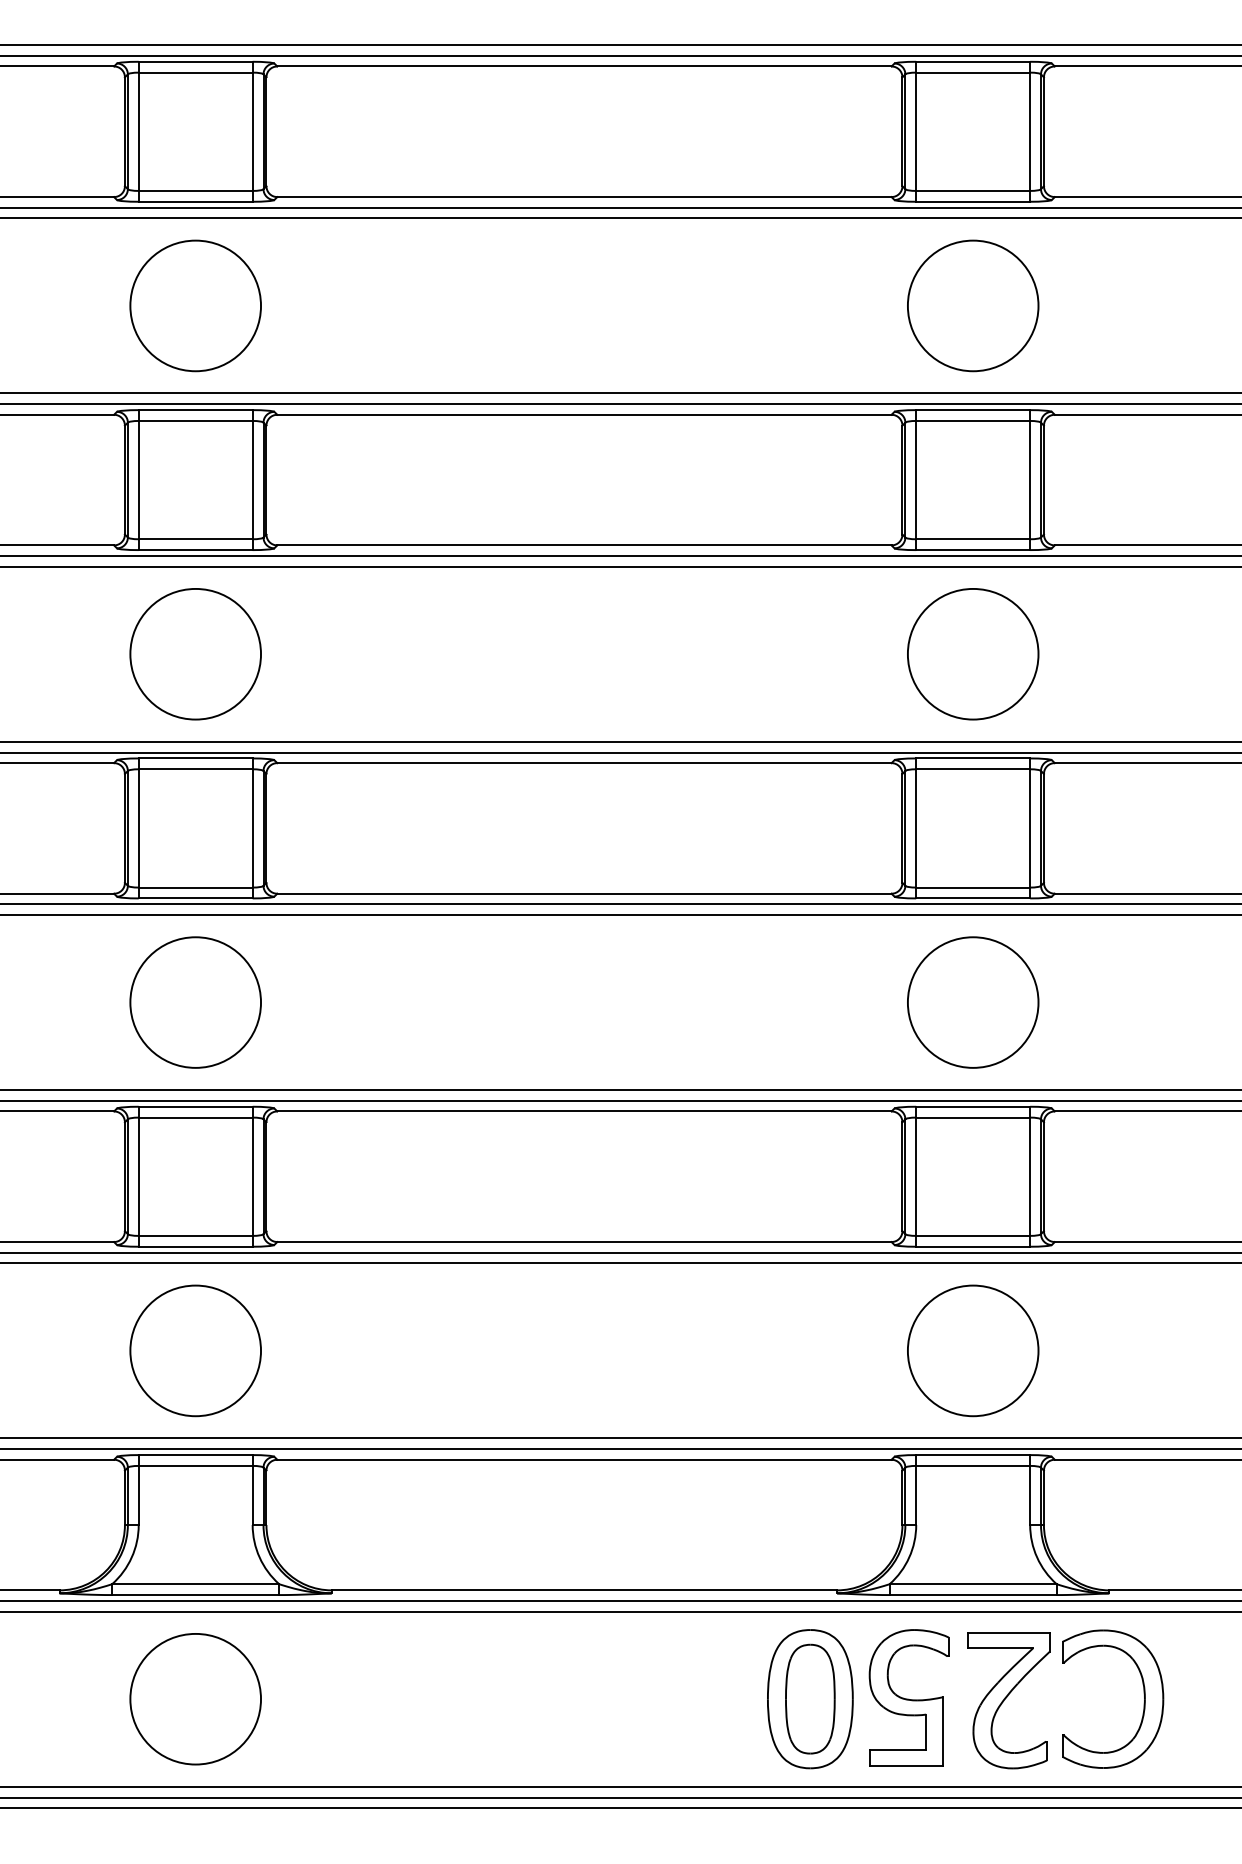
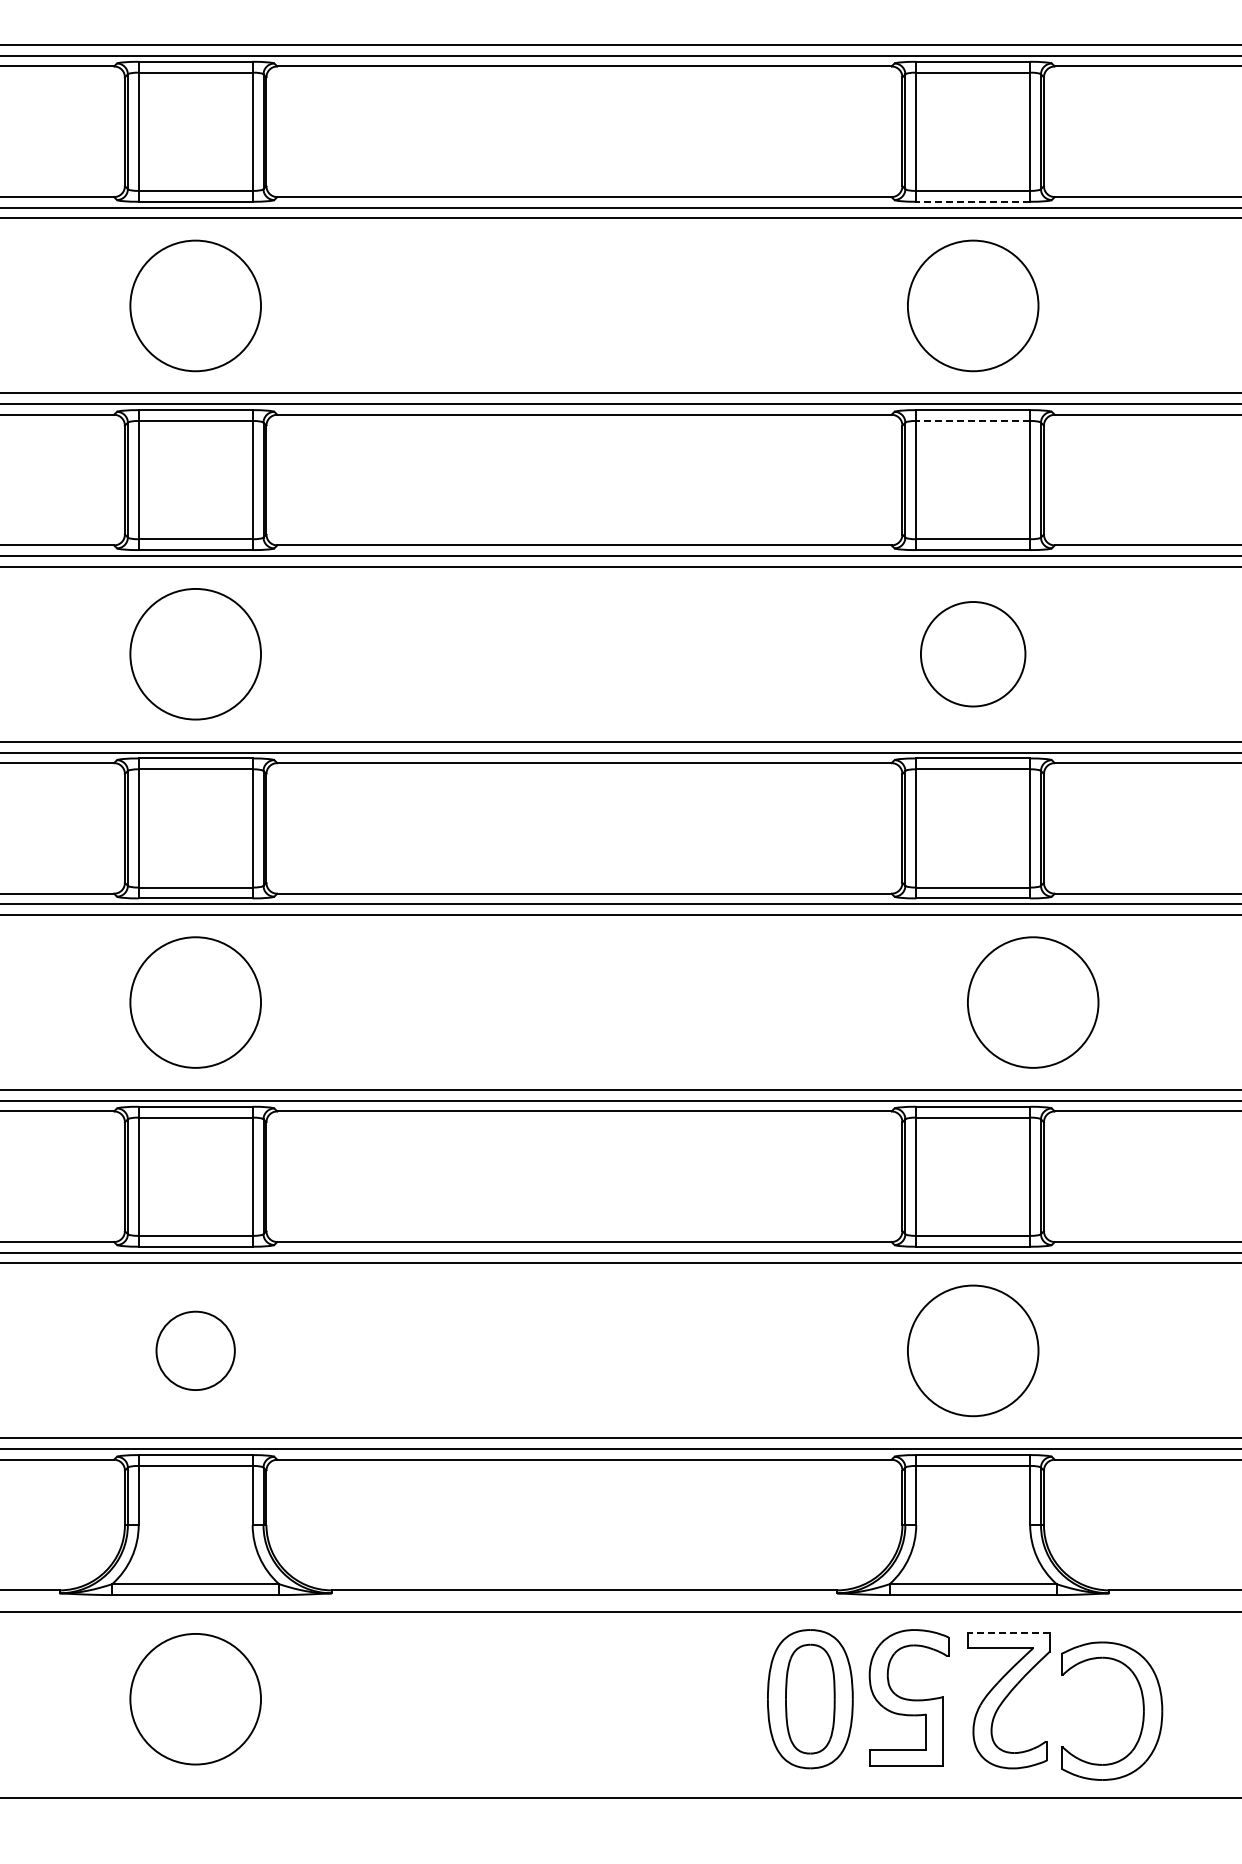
line at (973, 201): solid -> dashed
line at (973, 420): solid -> dashed
circle at (972, 653) diameter: 131 px -> 104 px
circle at (973, 1002) position: (973, 1002) -> (1033, 1002)
circle at (195, 1350) diameter: 131 px -> 78 px
line at (620, 1600): present -> none
line at (1008, 1632): solid -> dashed
part at (1143, 1694) position: (1143, 1694) -> (1142, 1706)
line at (620, 1786): present -> none
line at (620, 1808): present -> none
